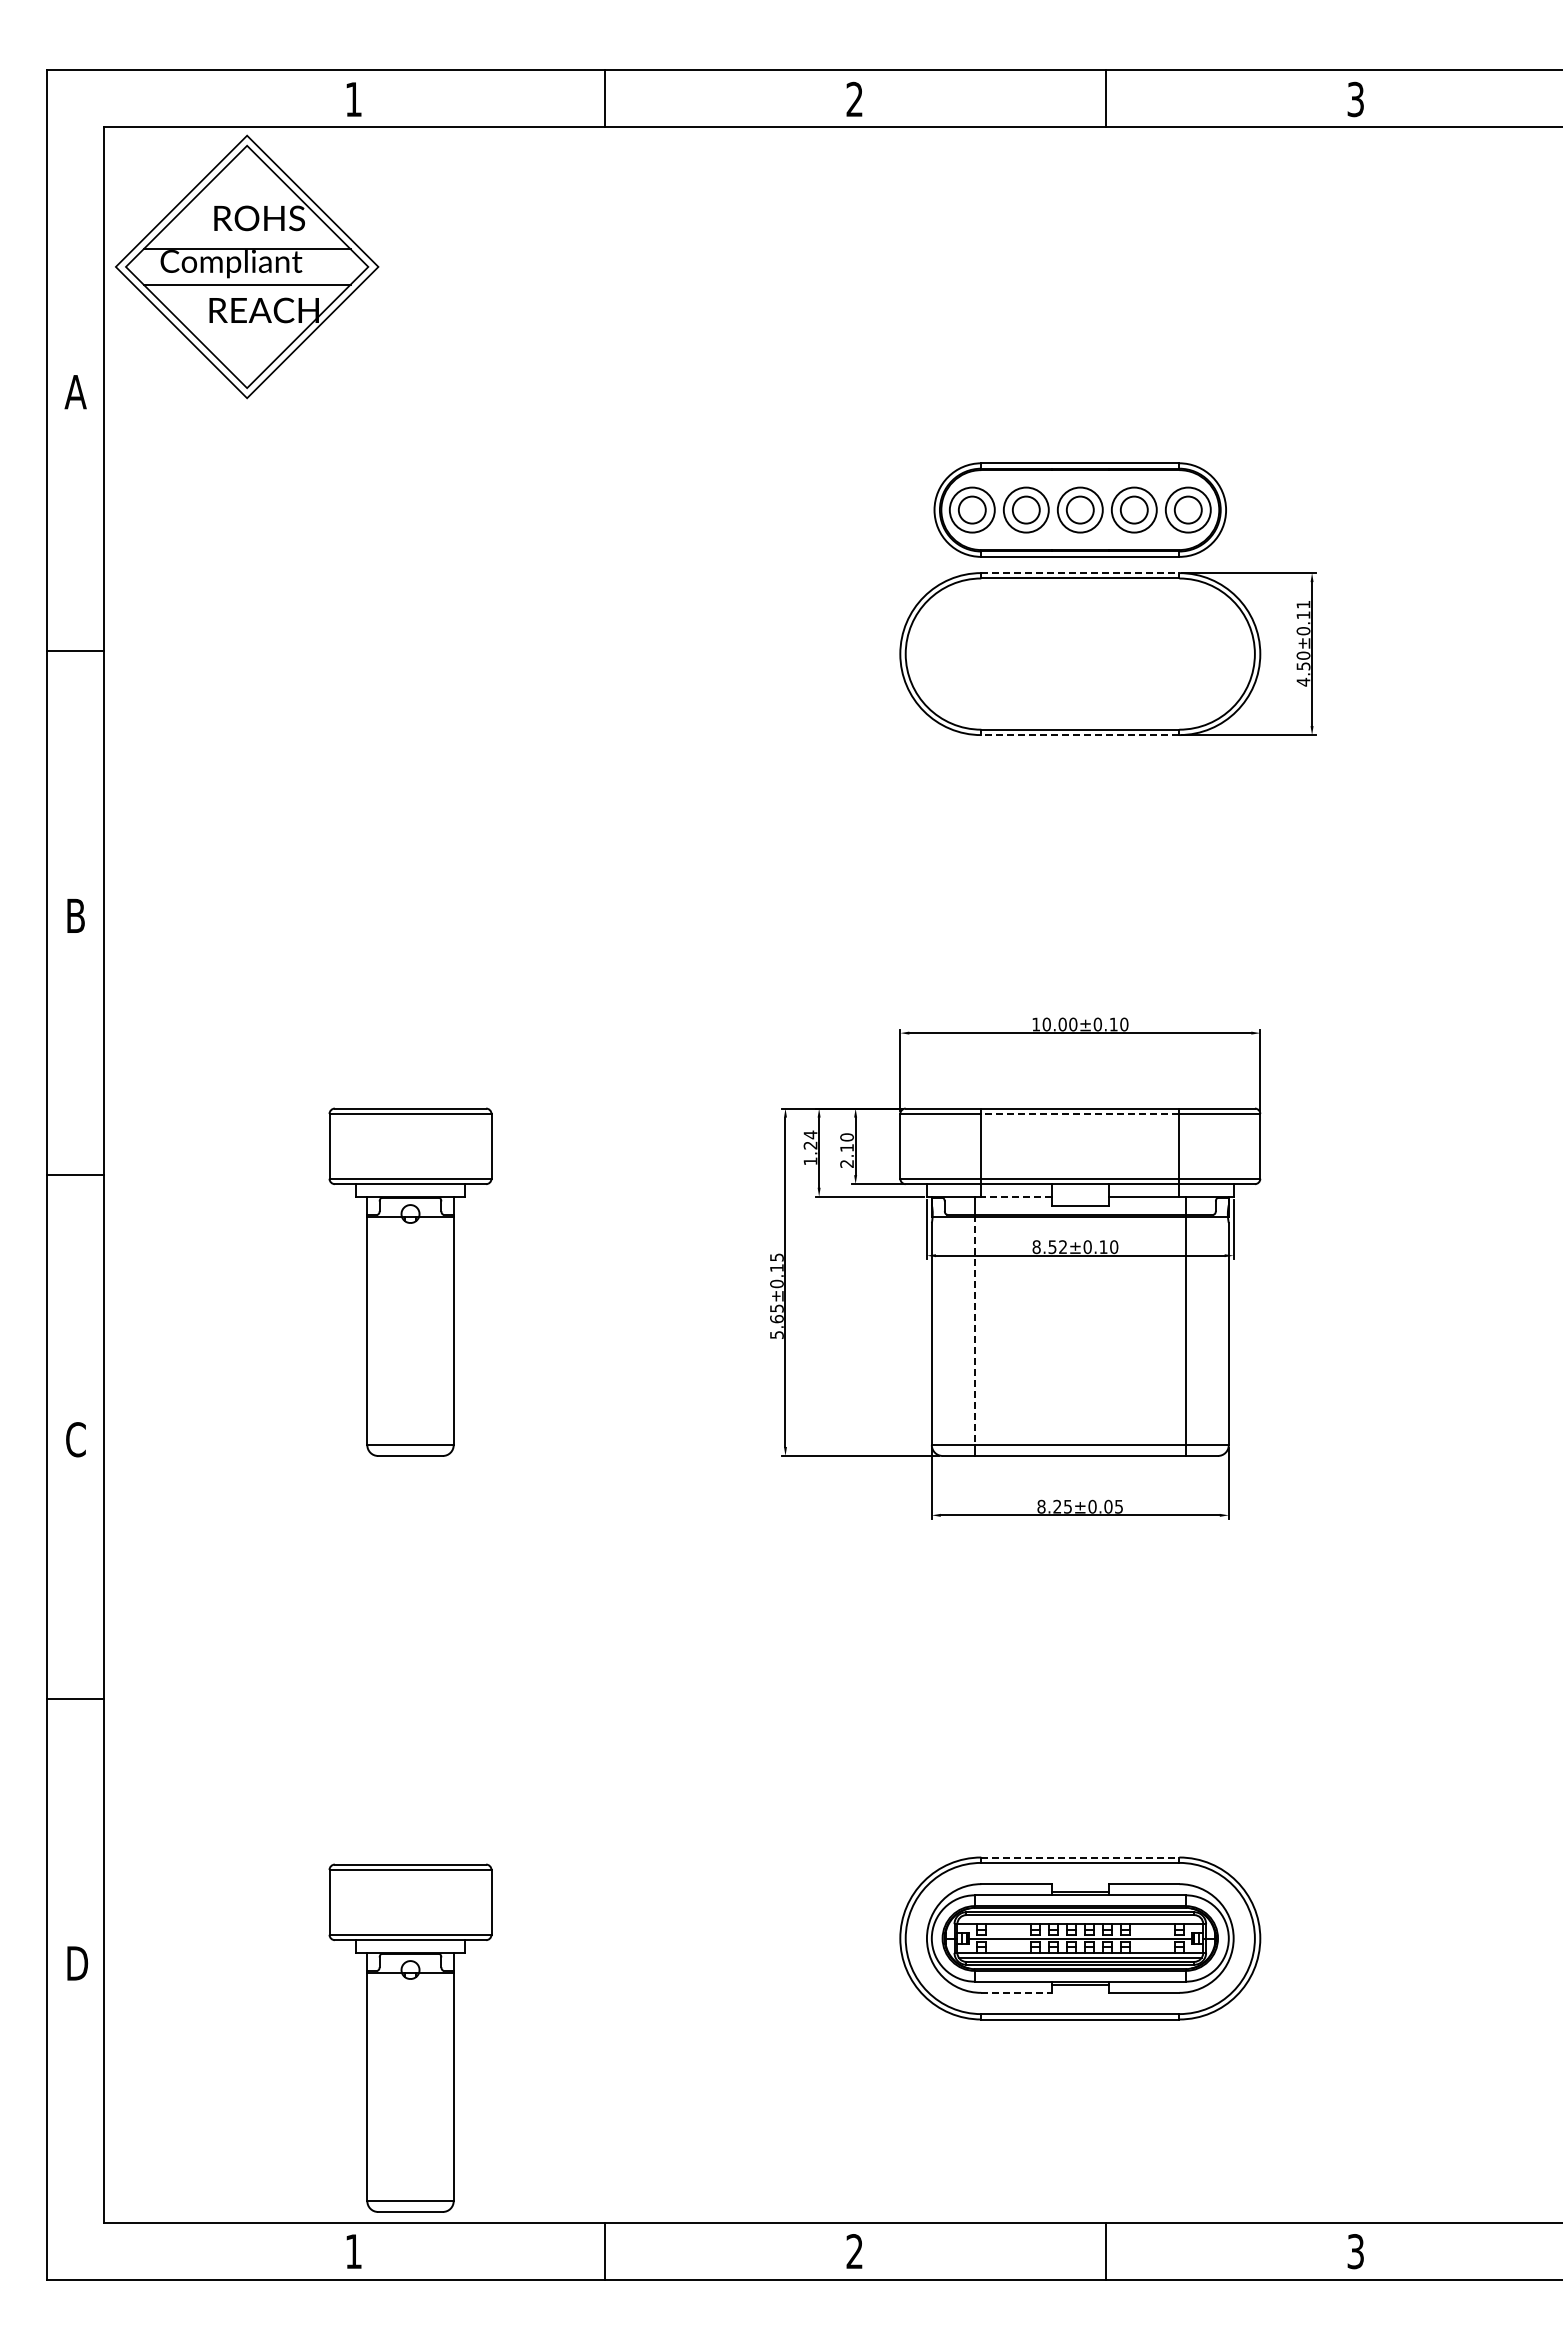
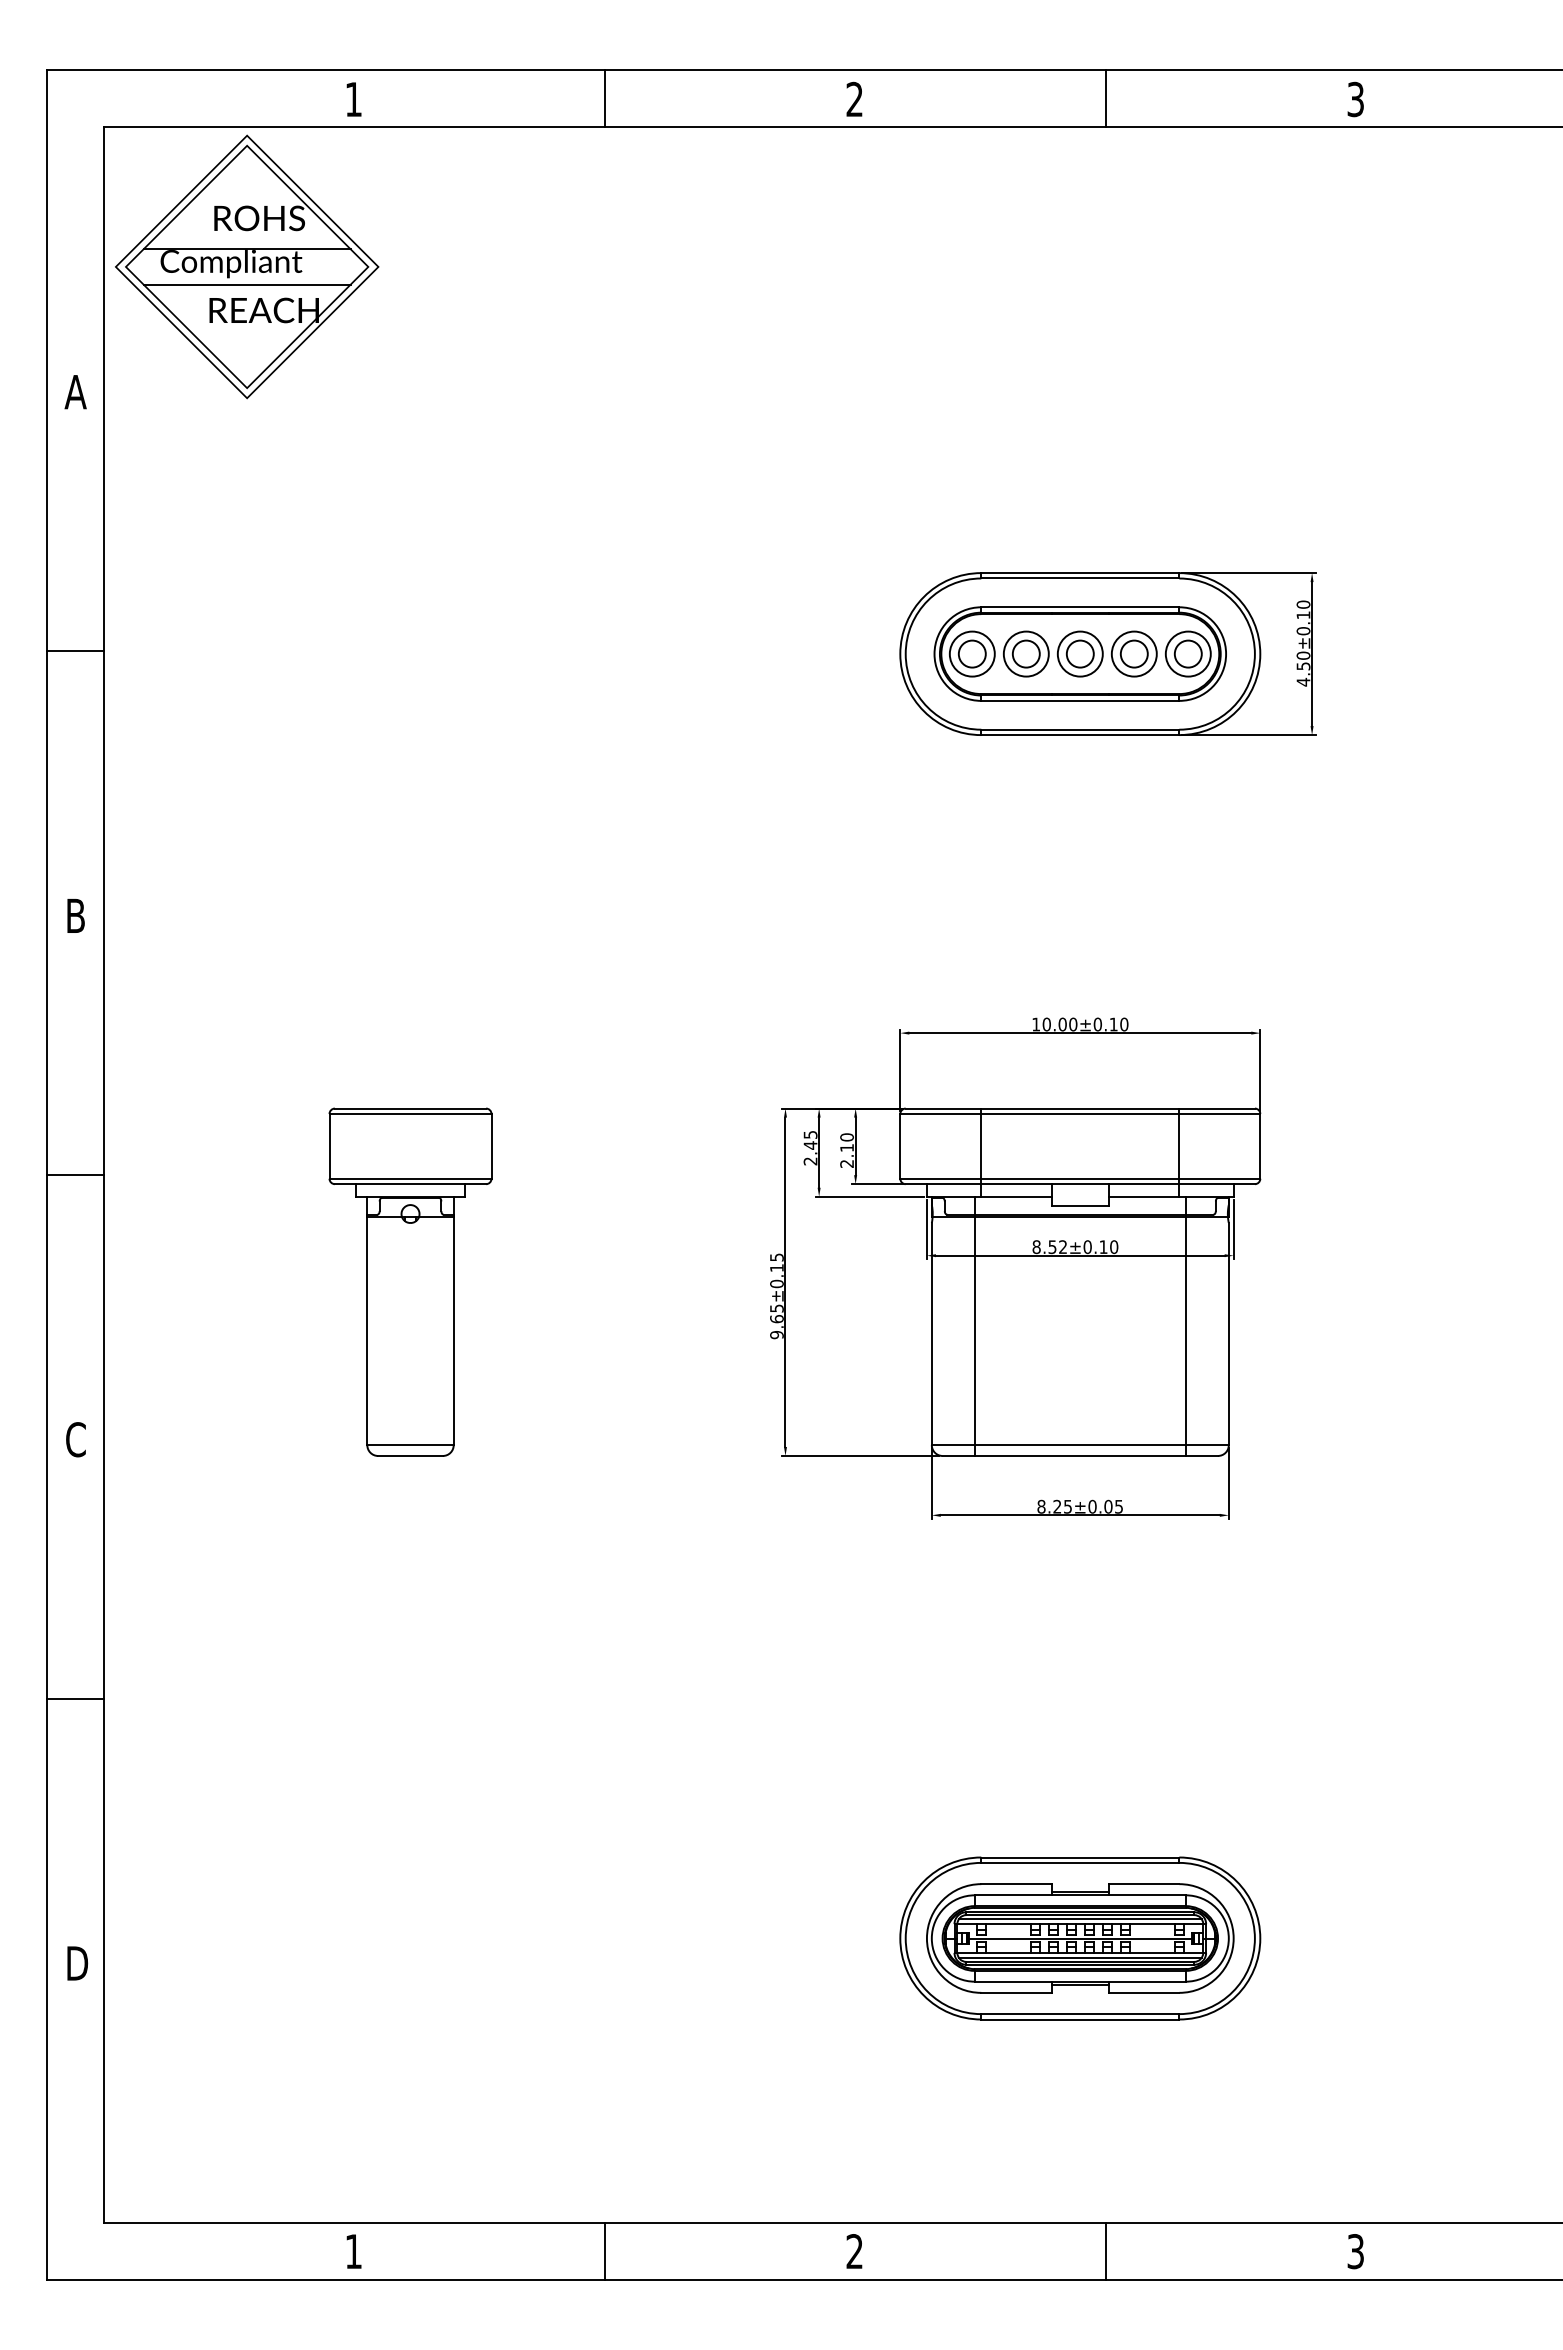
part at (1079, 509) position: (1079, 509) -> (1079, 653)
line at (1080, 573): dashed -> solid
text at (1303, 604): 4.50±0.11 -> 4.50±0.10
line at (1080, 735): dashed -> solid
line at (1080, 1113): dashed -> solid
text at (810, 1147): 1.24 -> 2.45
line at (1015, 1196): dashed -> solid
line at (975, 1330): dashed -> solid
text at (776, 1335): 5.65±0.15 -> 9.65±0.15
line at (1080, 1857): dashed -> solid
line at (1079, 1919): none -> present
line at (1016, 1992): dashed -> solid
part at (410, 2037): present -> none
